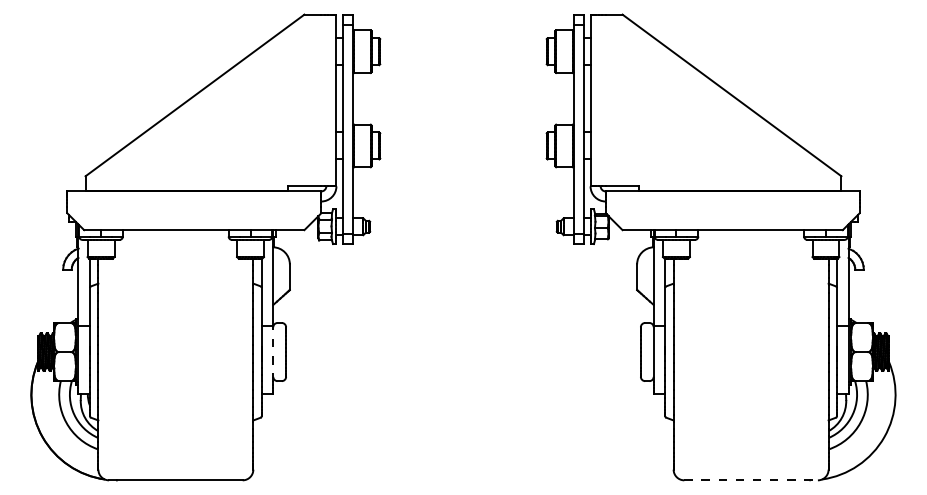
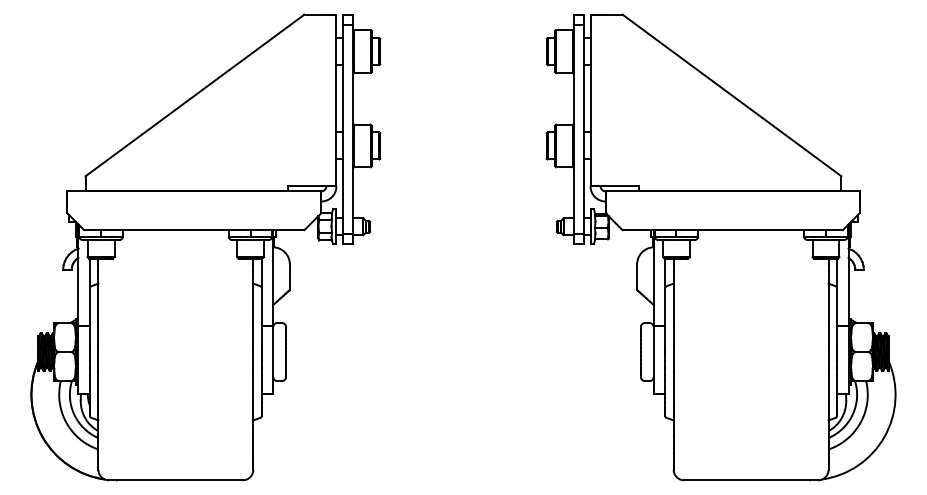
line at (273, 353): dashed -> solid
line at (751, 480): dashed -> solid
